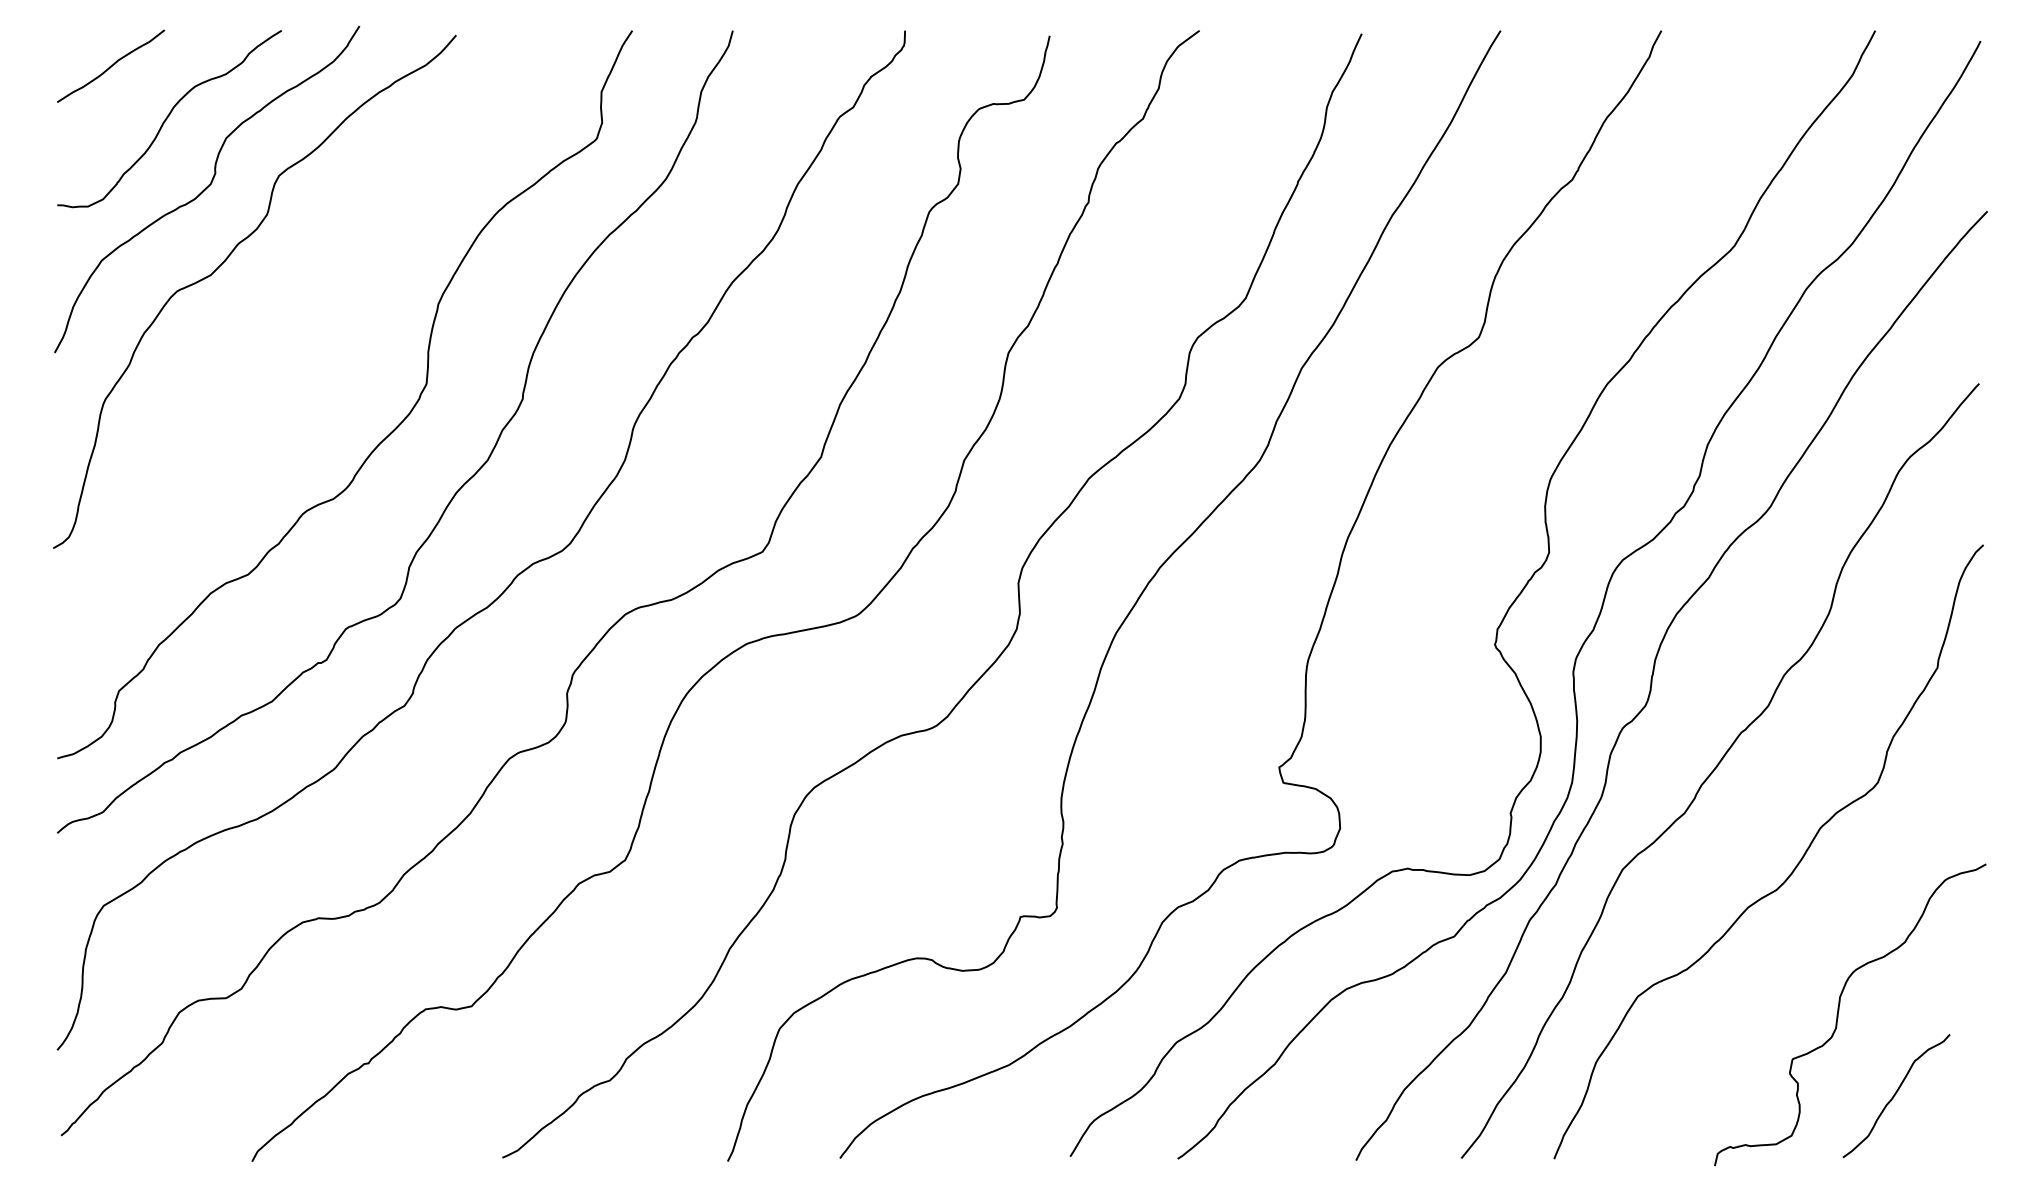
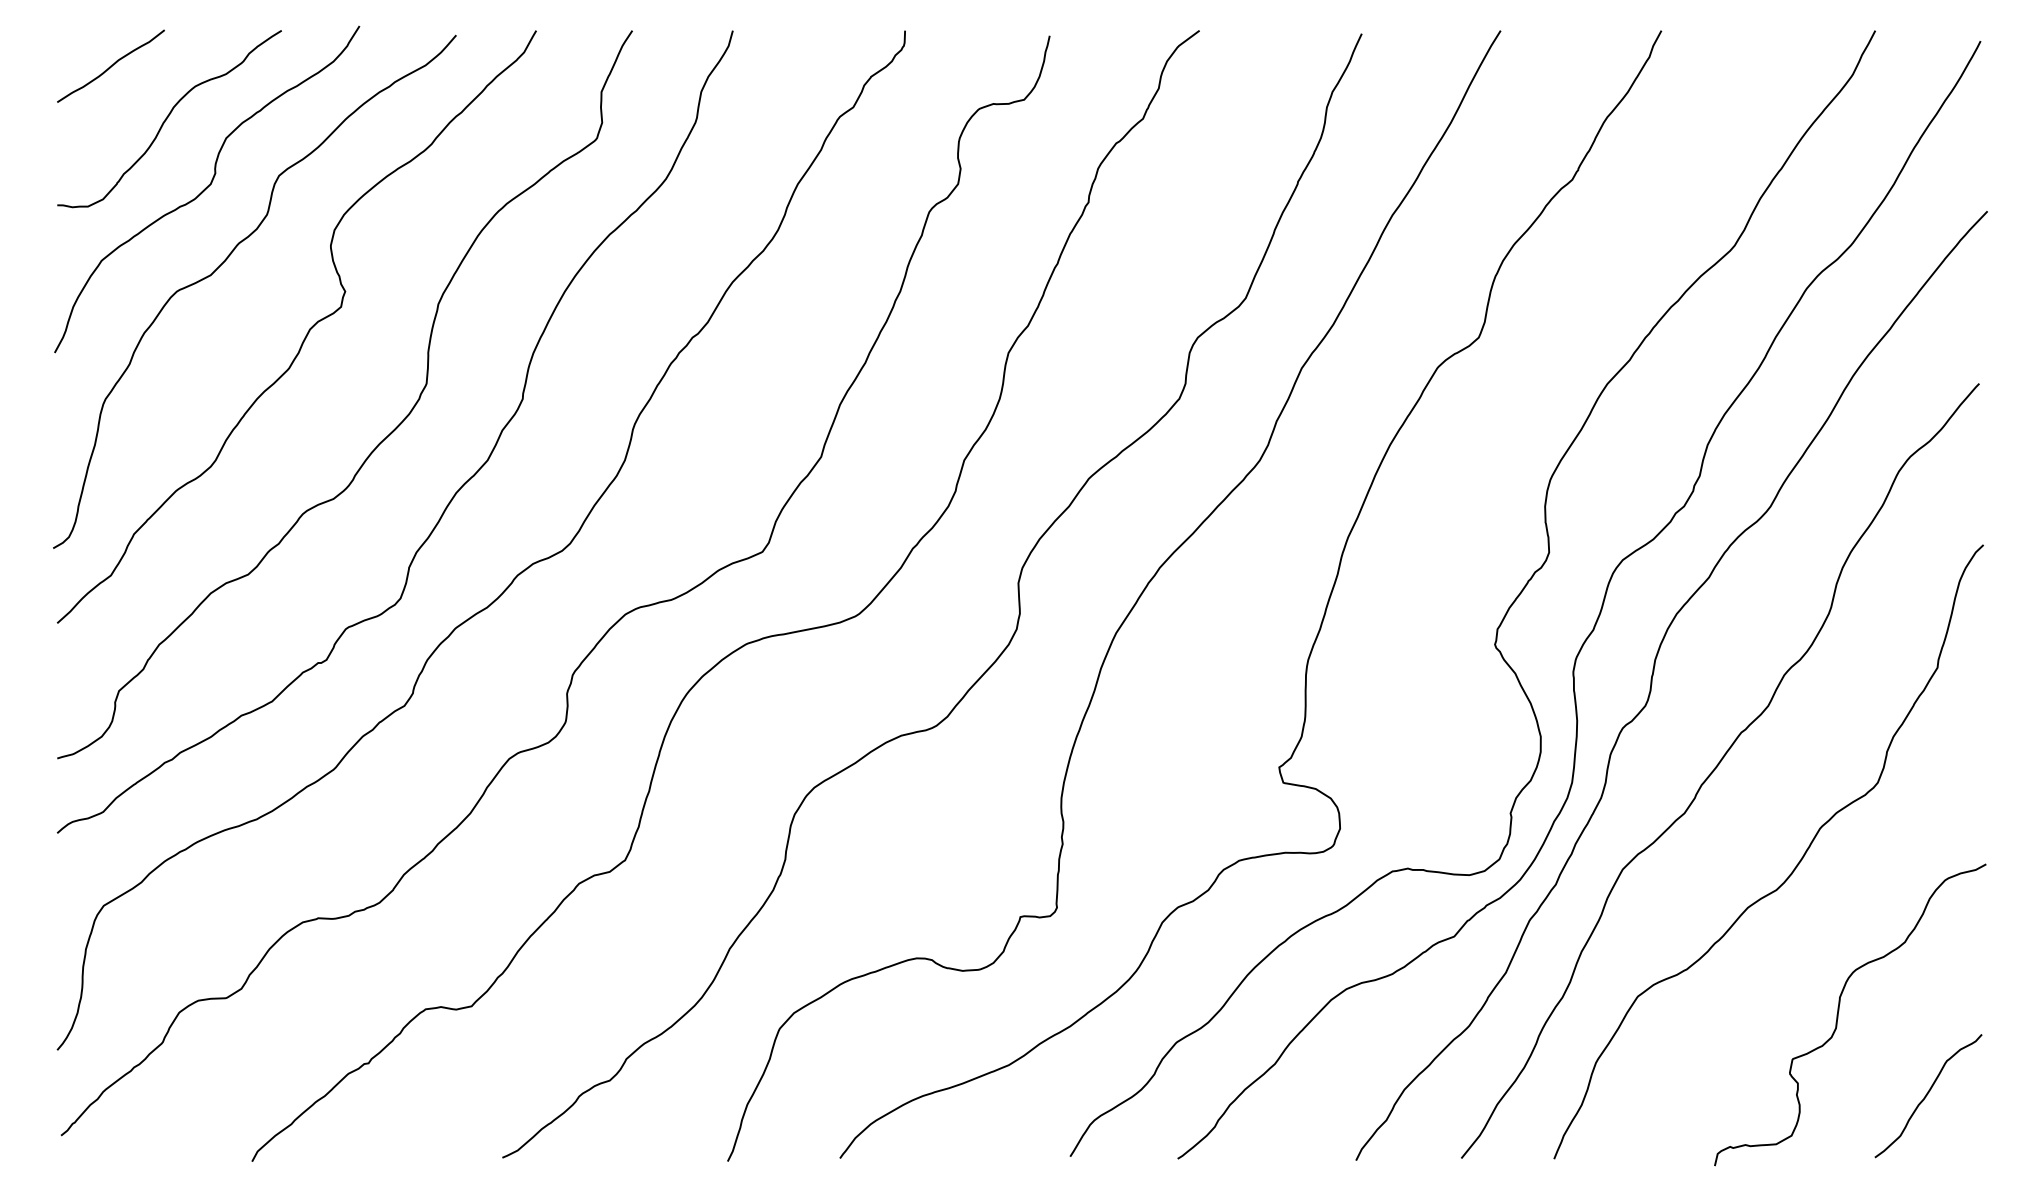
curve at (307, 331): none -> present
curve at (1895, 1095) position: (1895, 1095) -> (1927, 1095)
